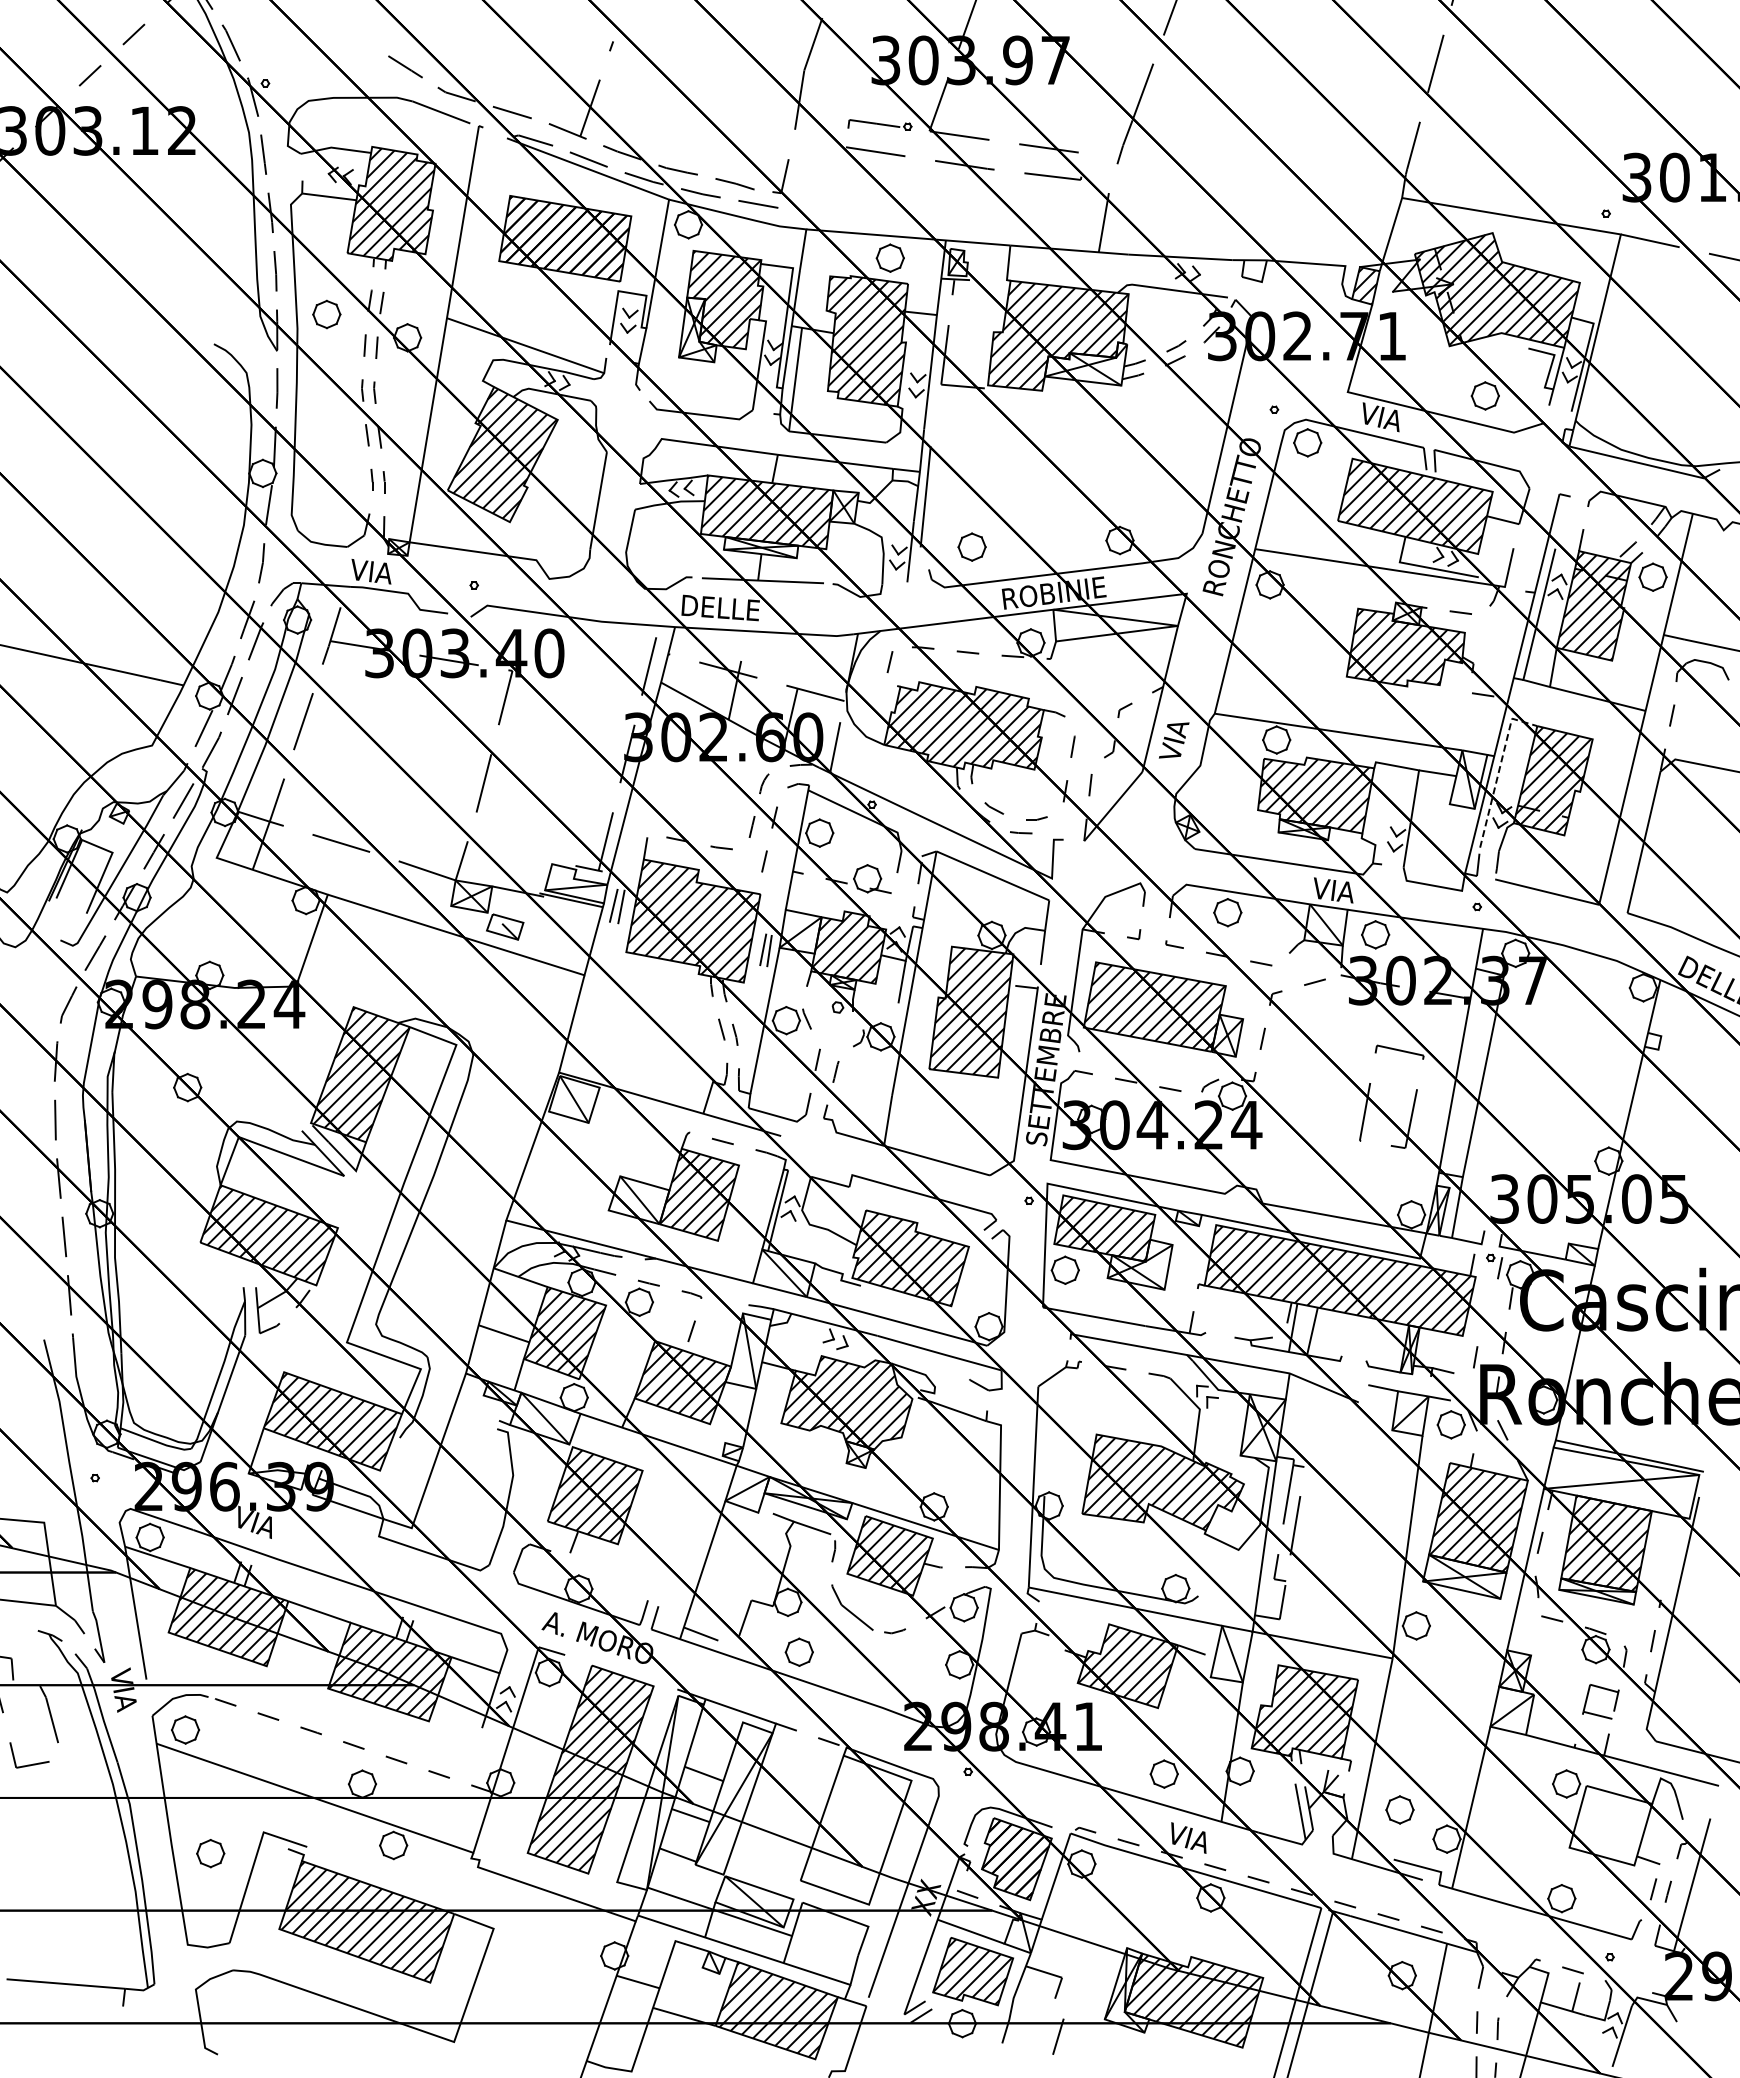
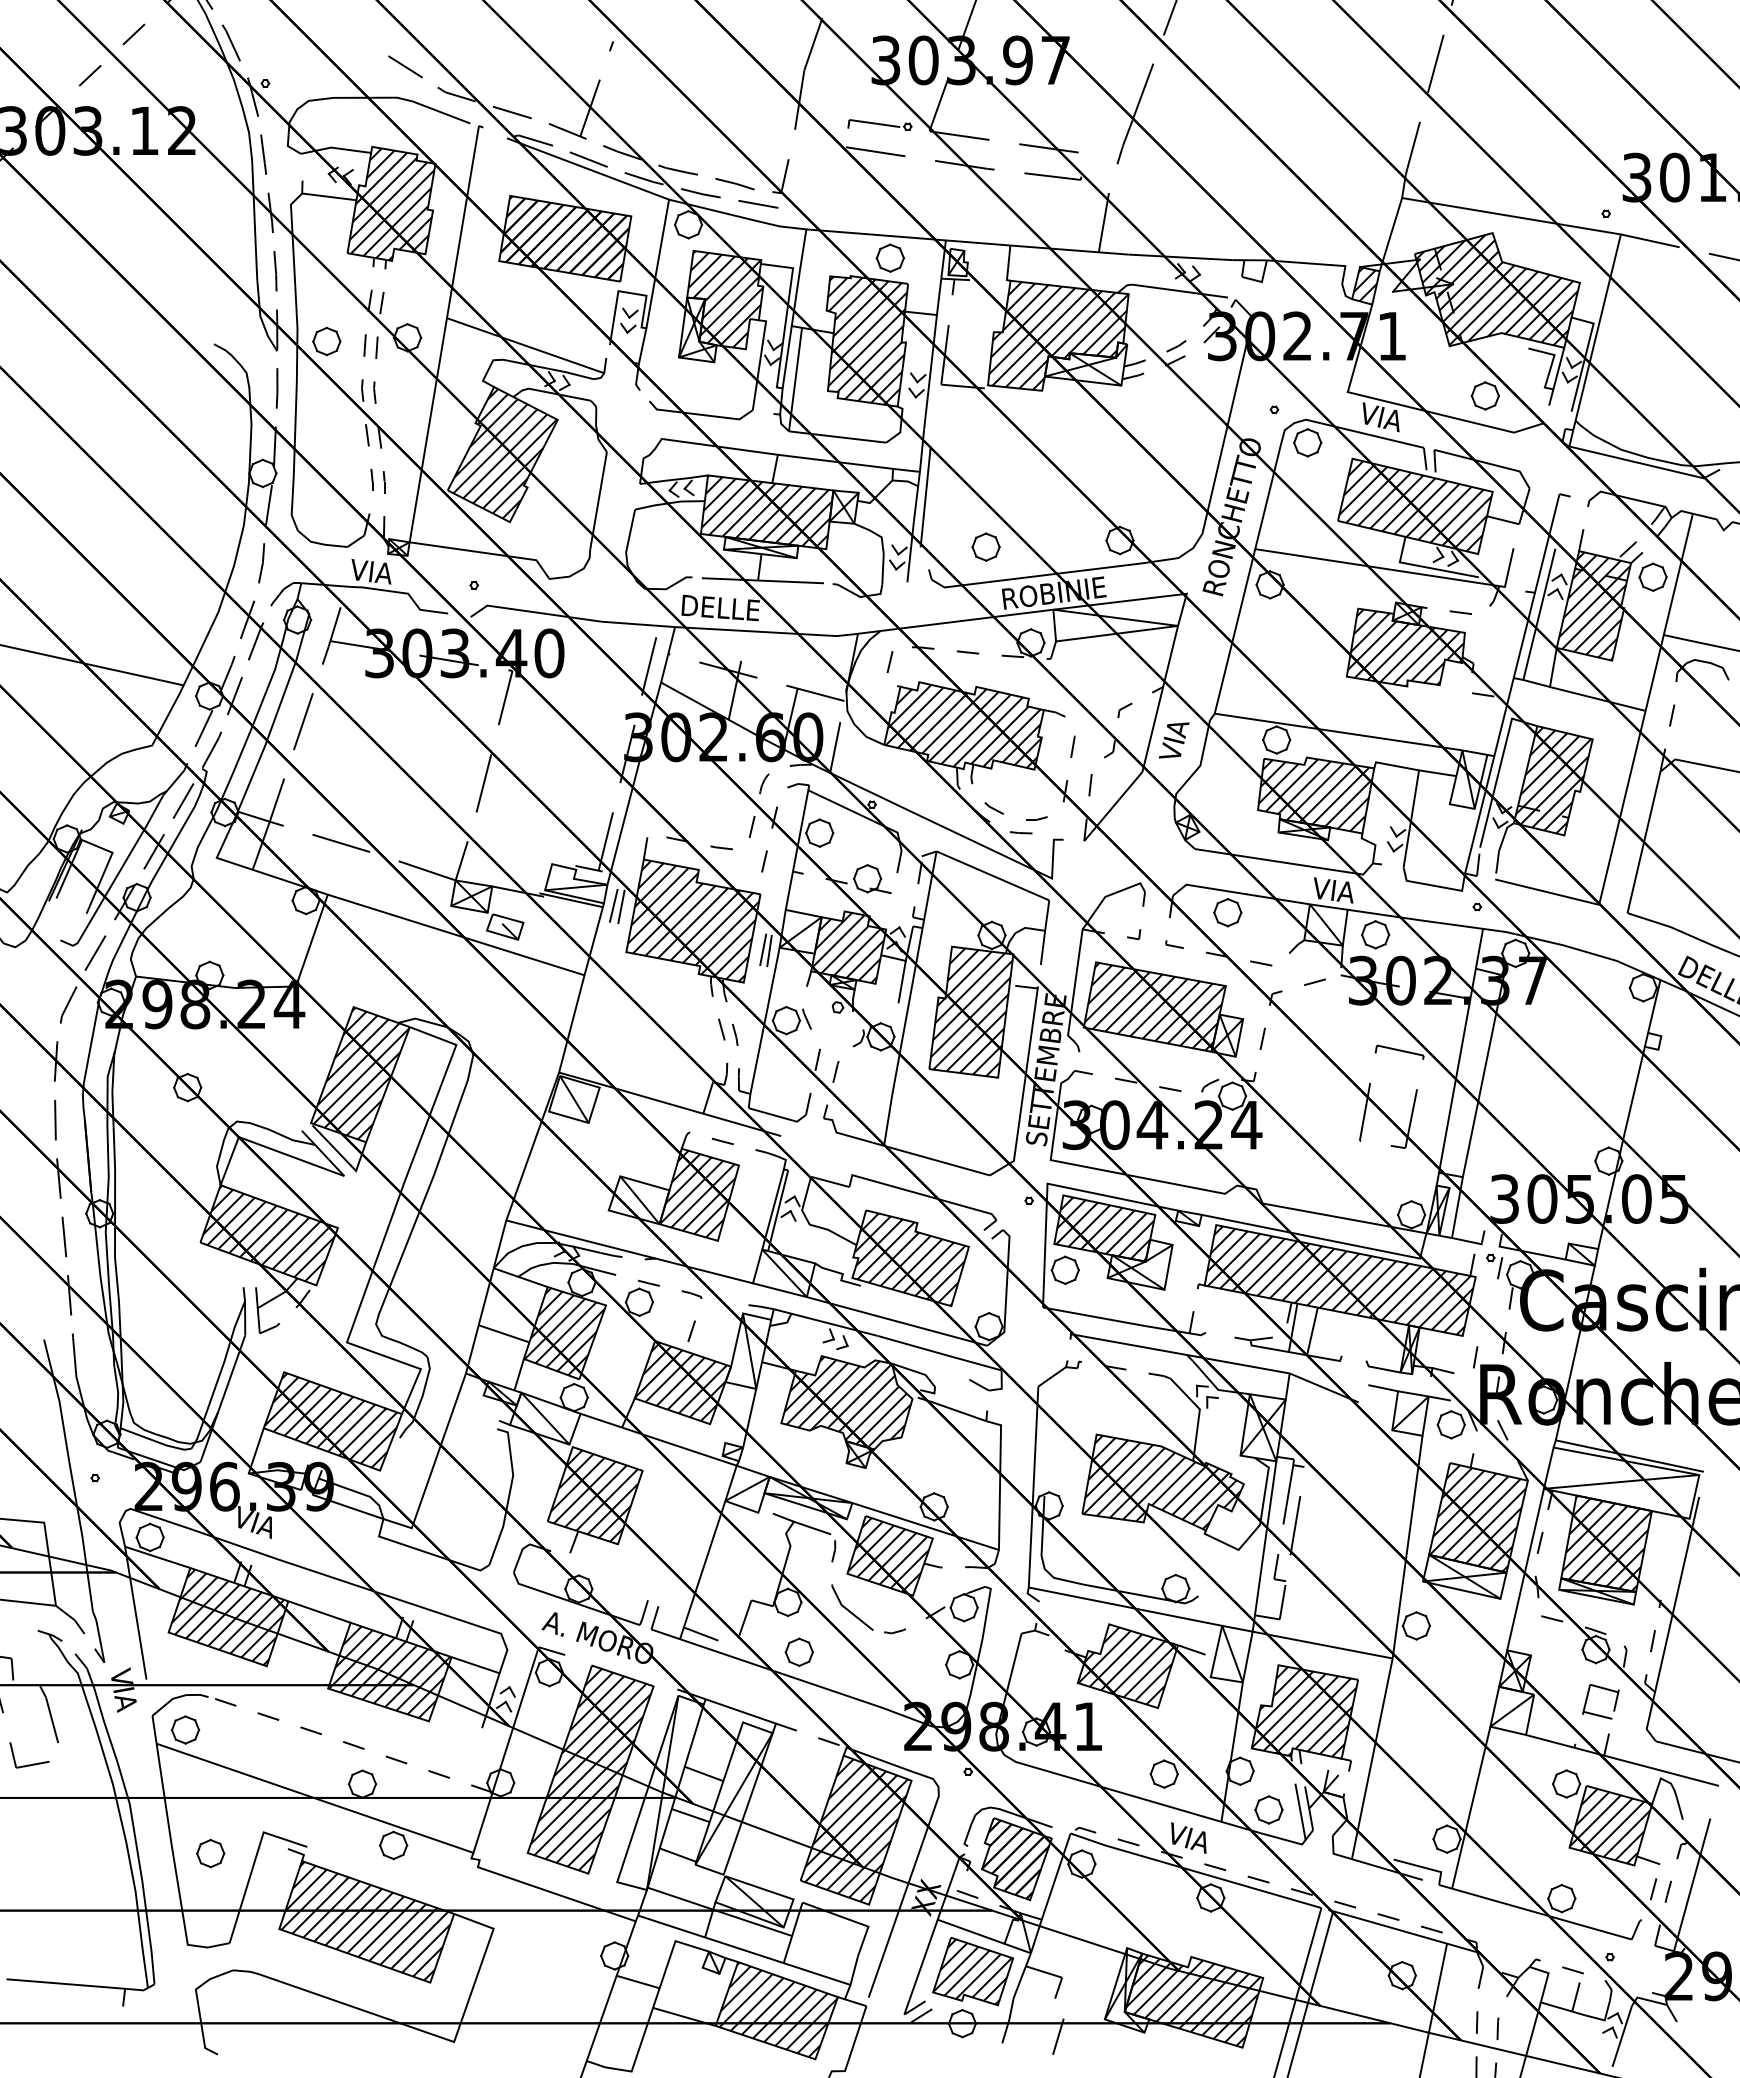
part at (326, 314) position: (326, 314) -> (326, 341)
part at (971, 546) position: (971, 546) -> (985, 546)
line at (1499, 769): dashed -> solid
part at (1399, 1809) position: (1399, 1809) -> (1268, 1809)
hatch at (1609, 1825): none -> present
hatch at (856, 1830): none -> present
